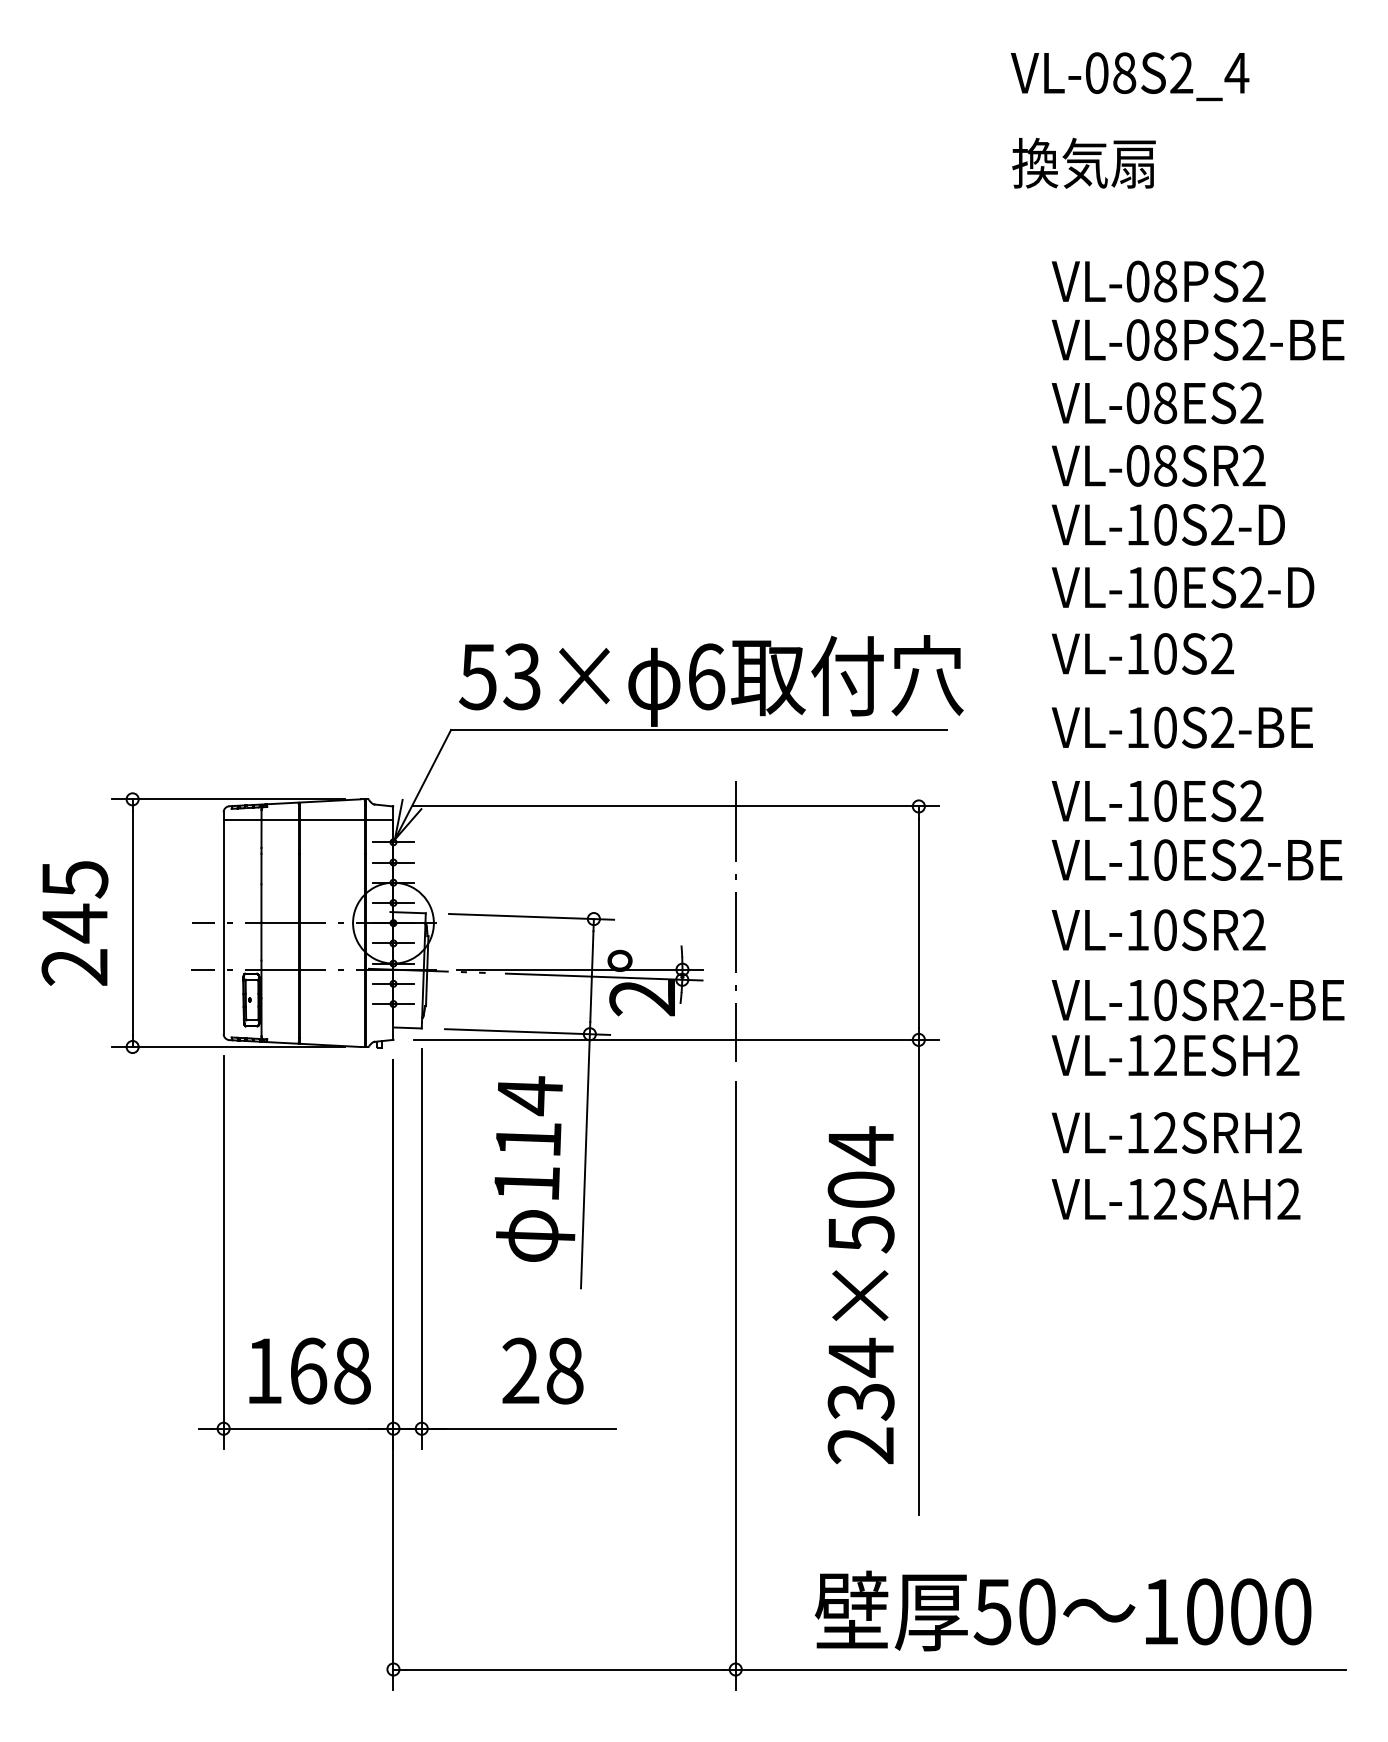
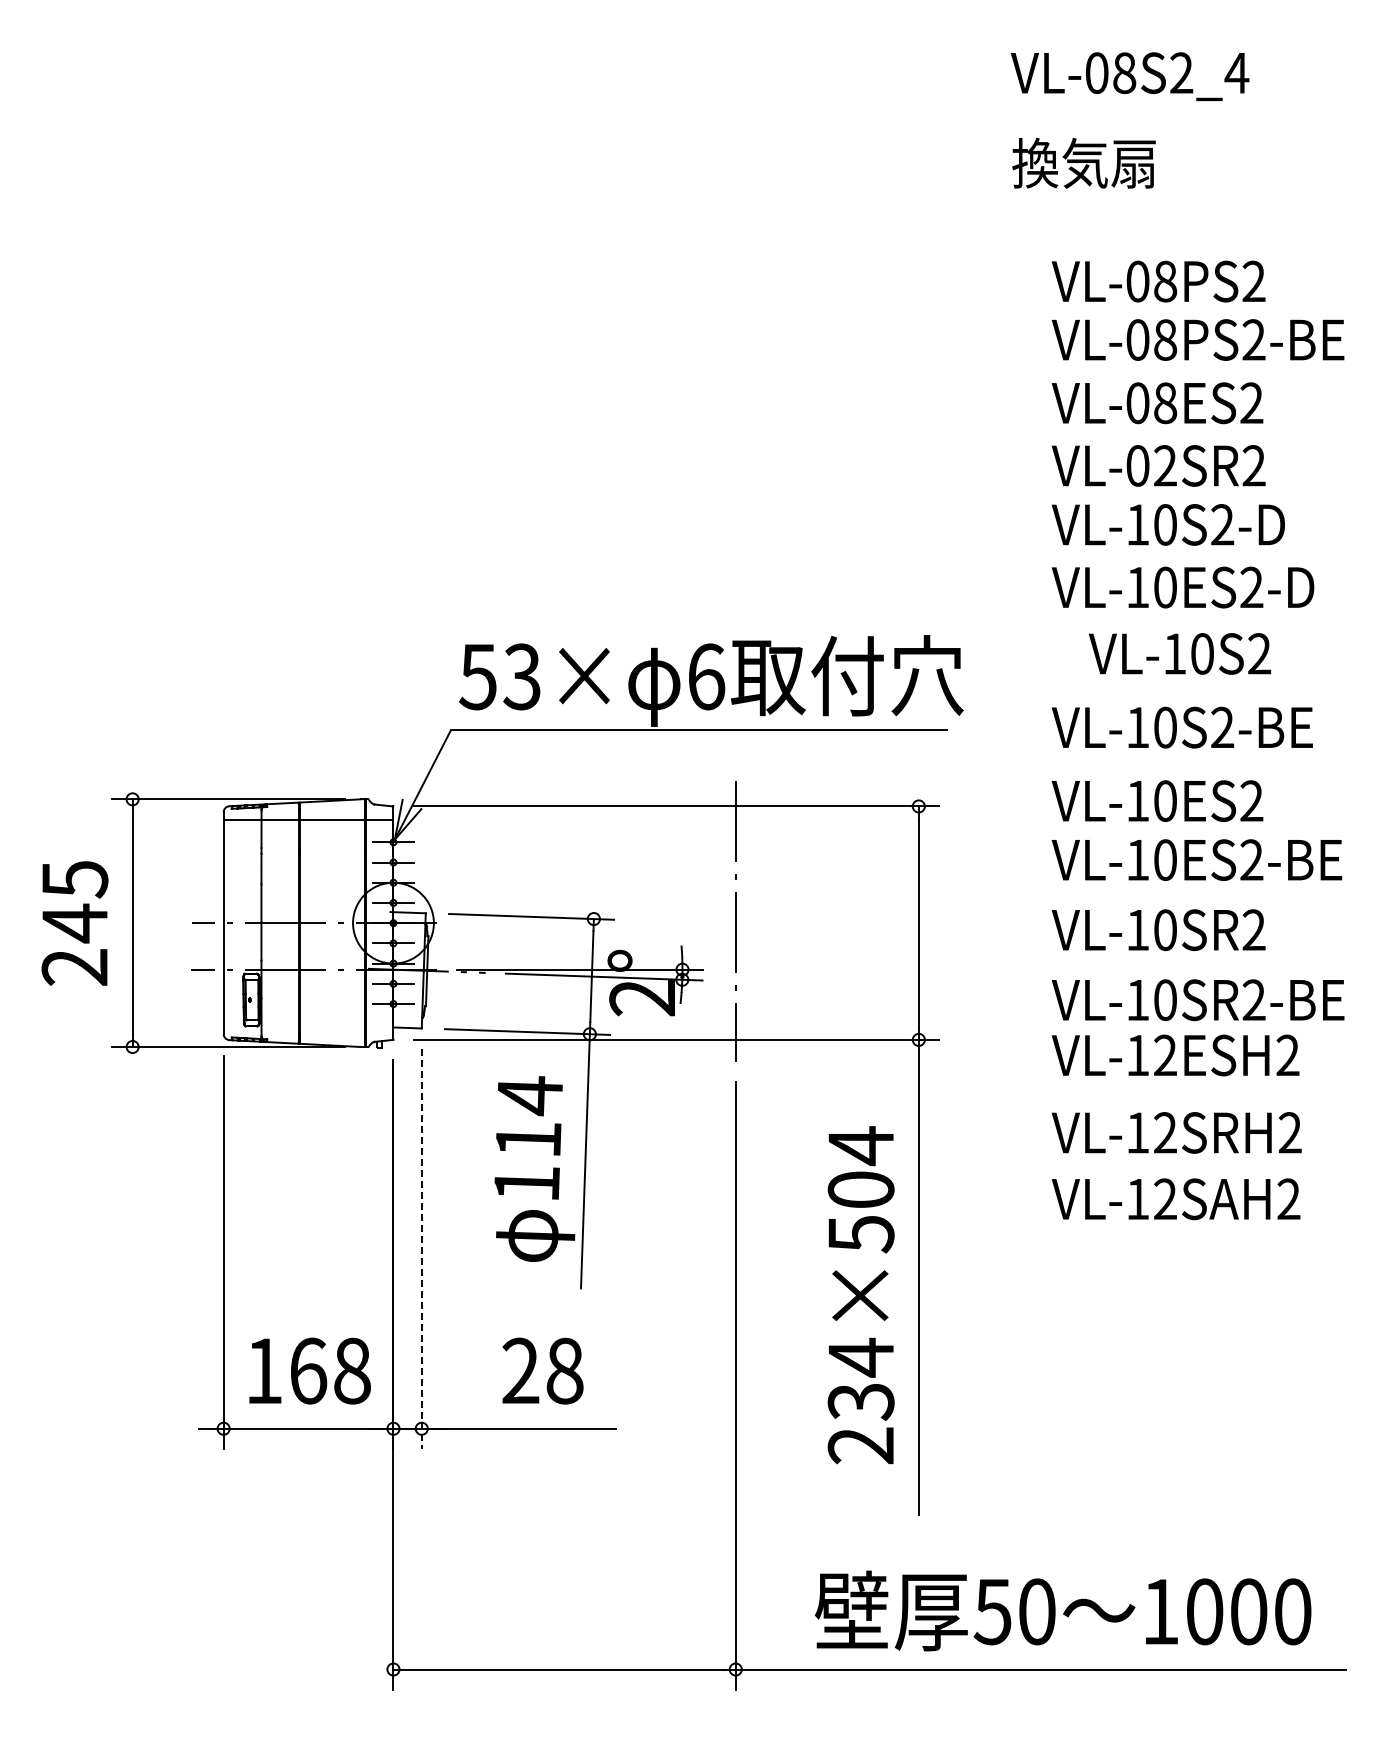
text at (1165, 465): VL-08SR2 -> VL-02SR2
text at (1142, 653) position: (1142, 653) -> (1179, 653)
line at (421, 1249): solid -> dashed
